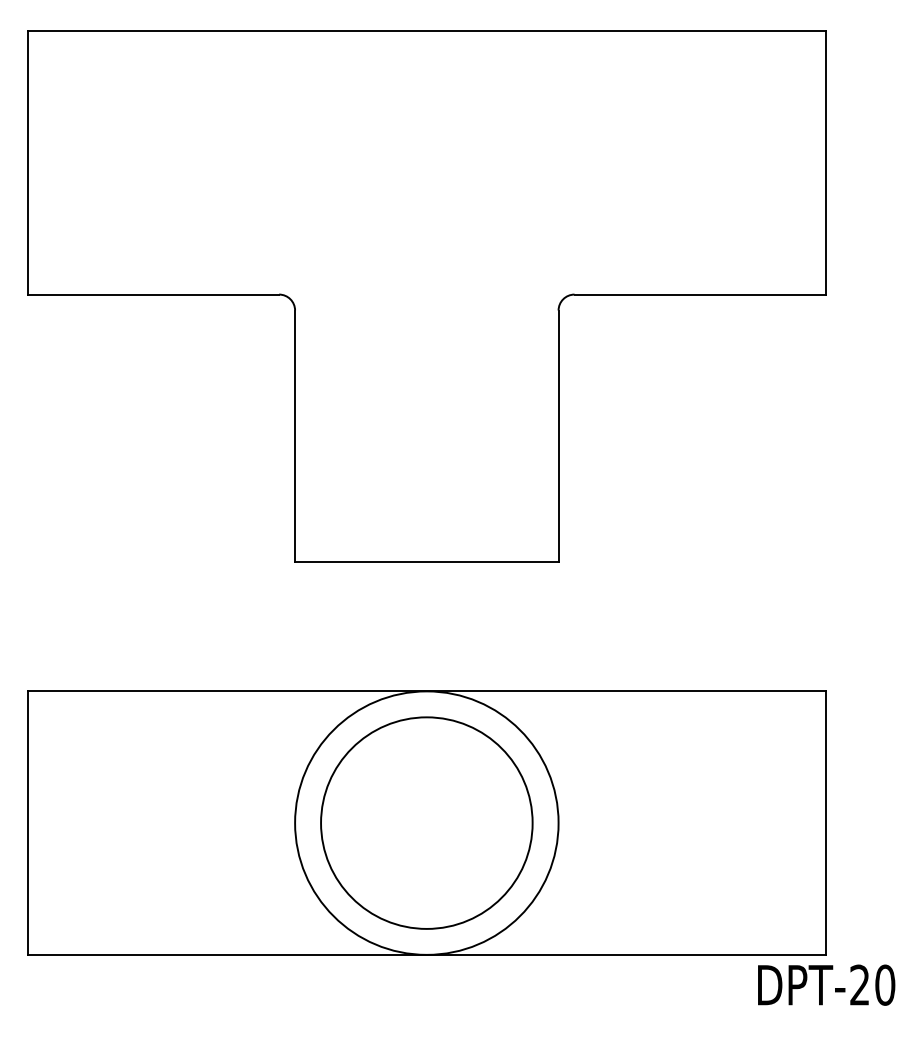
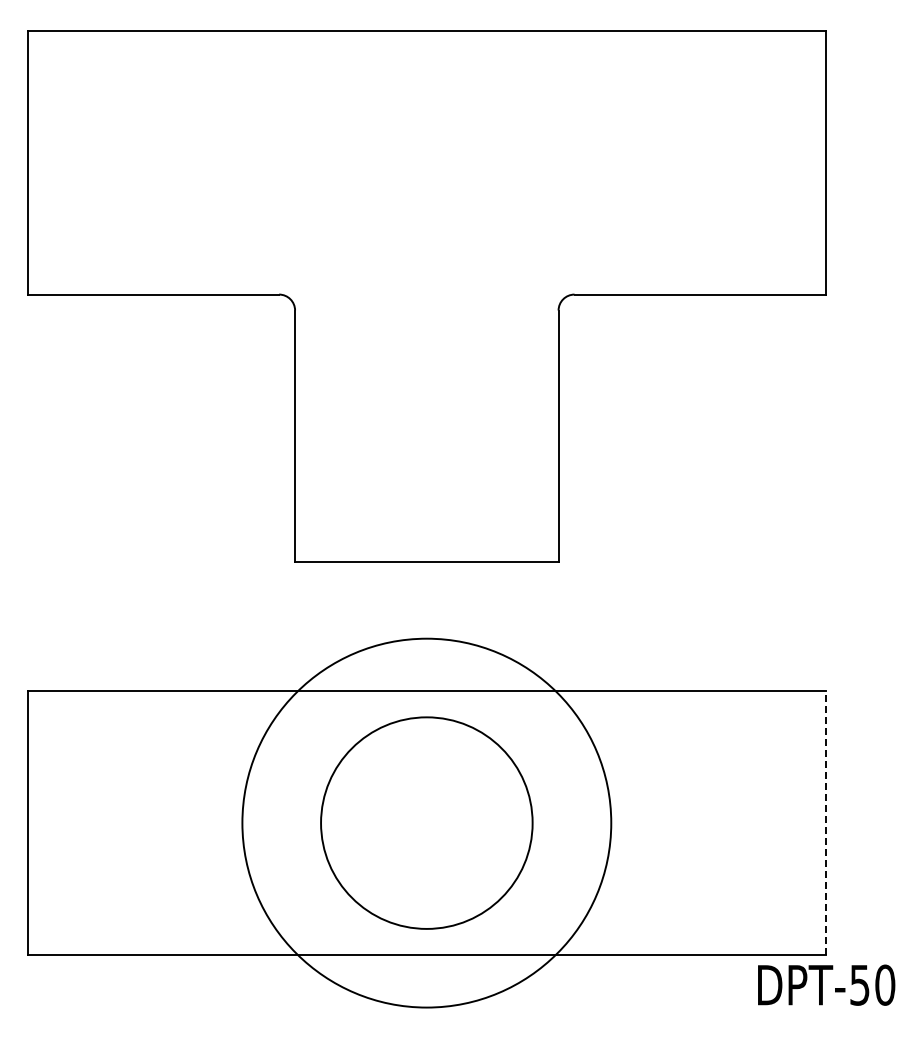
circle at (426, 822) diameter: 263 px -> 369 px
line at (826, 823): solid -> dashed
text at (859, 984): DPT-20 -> DPT-50
